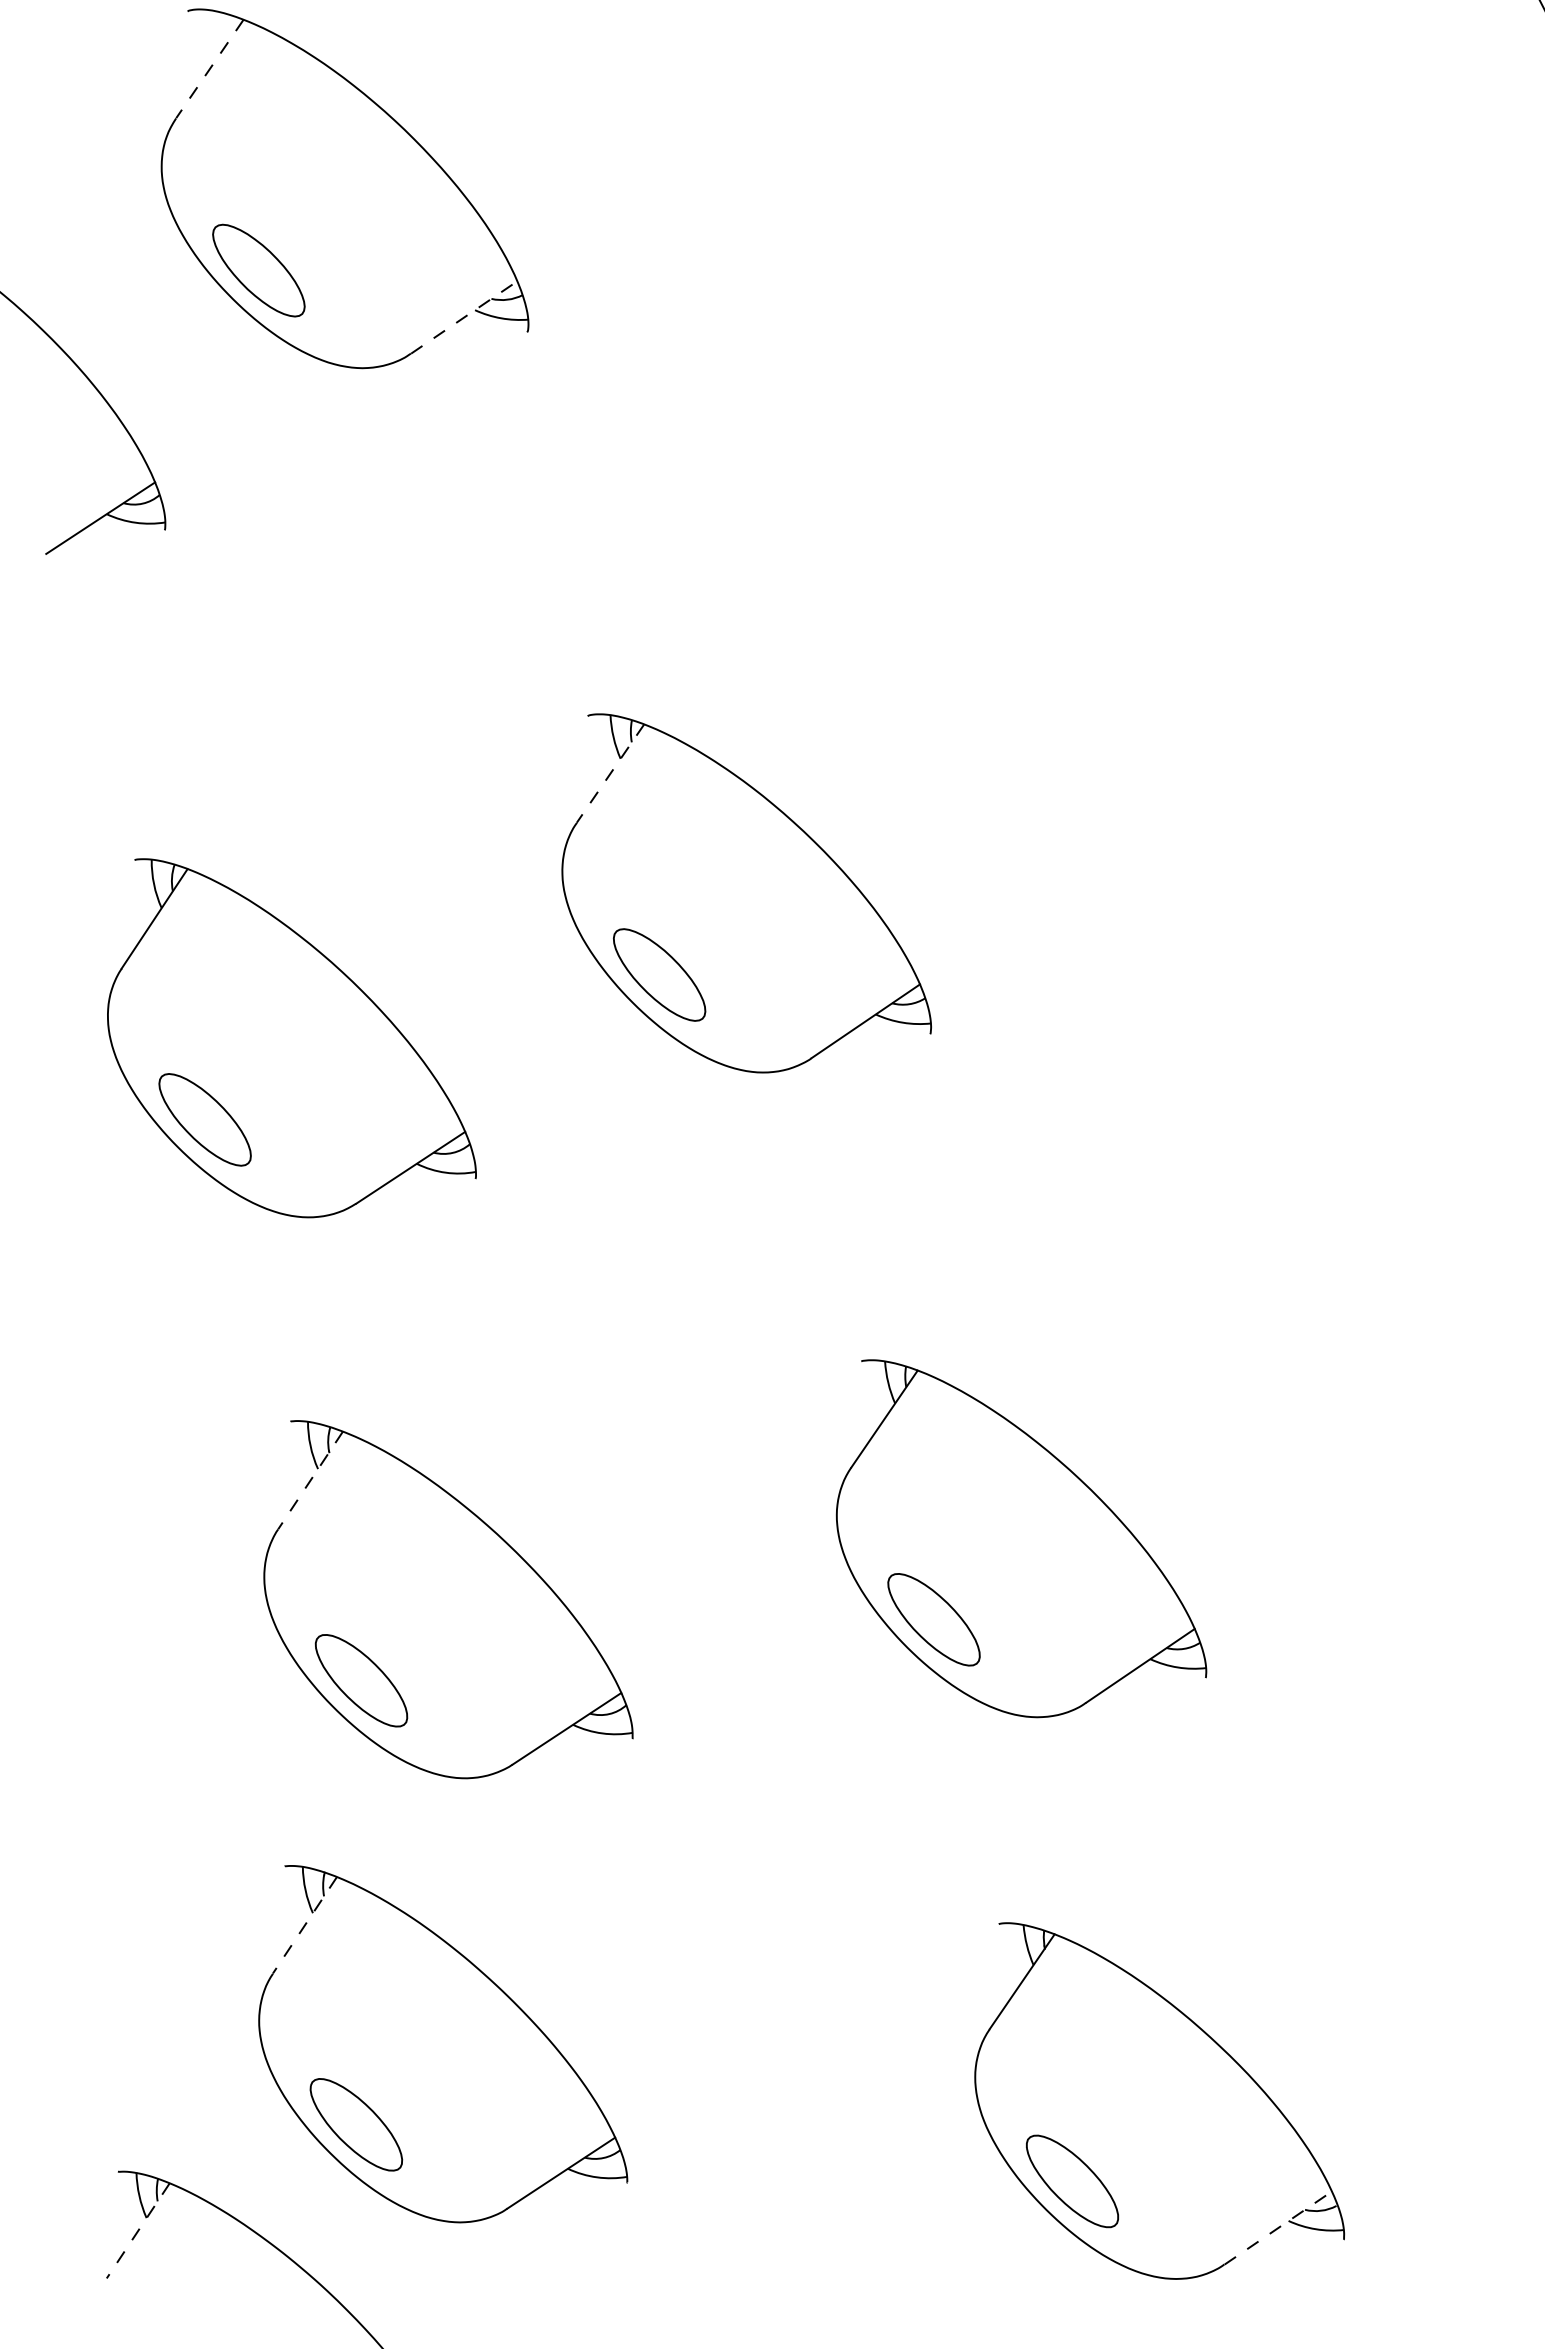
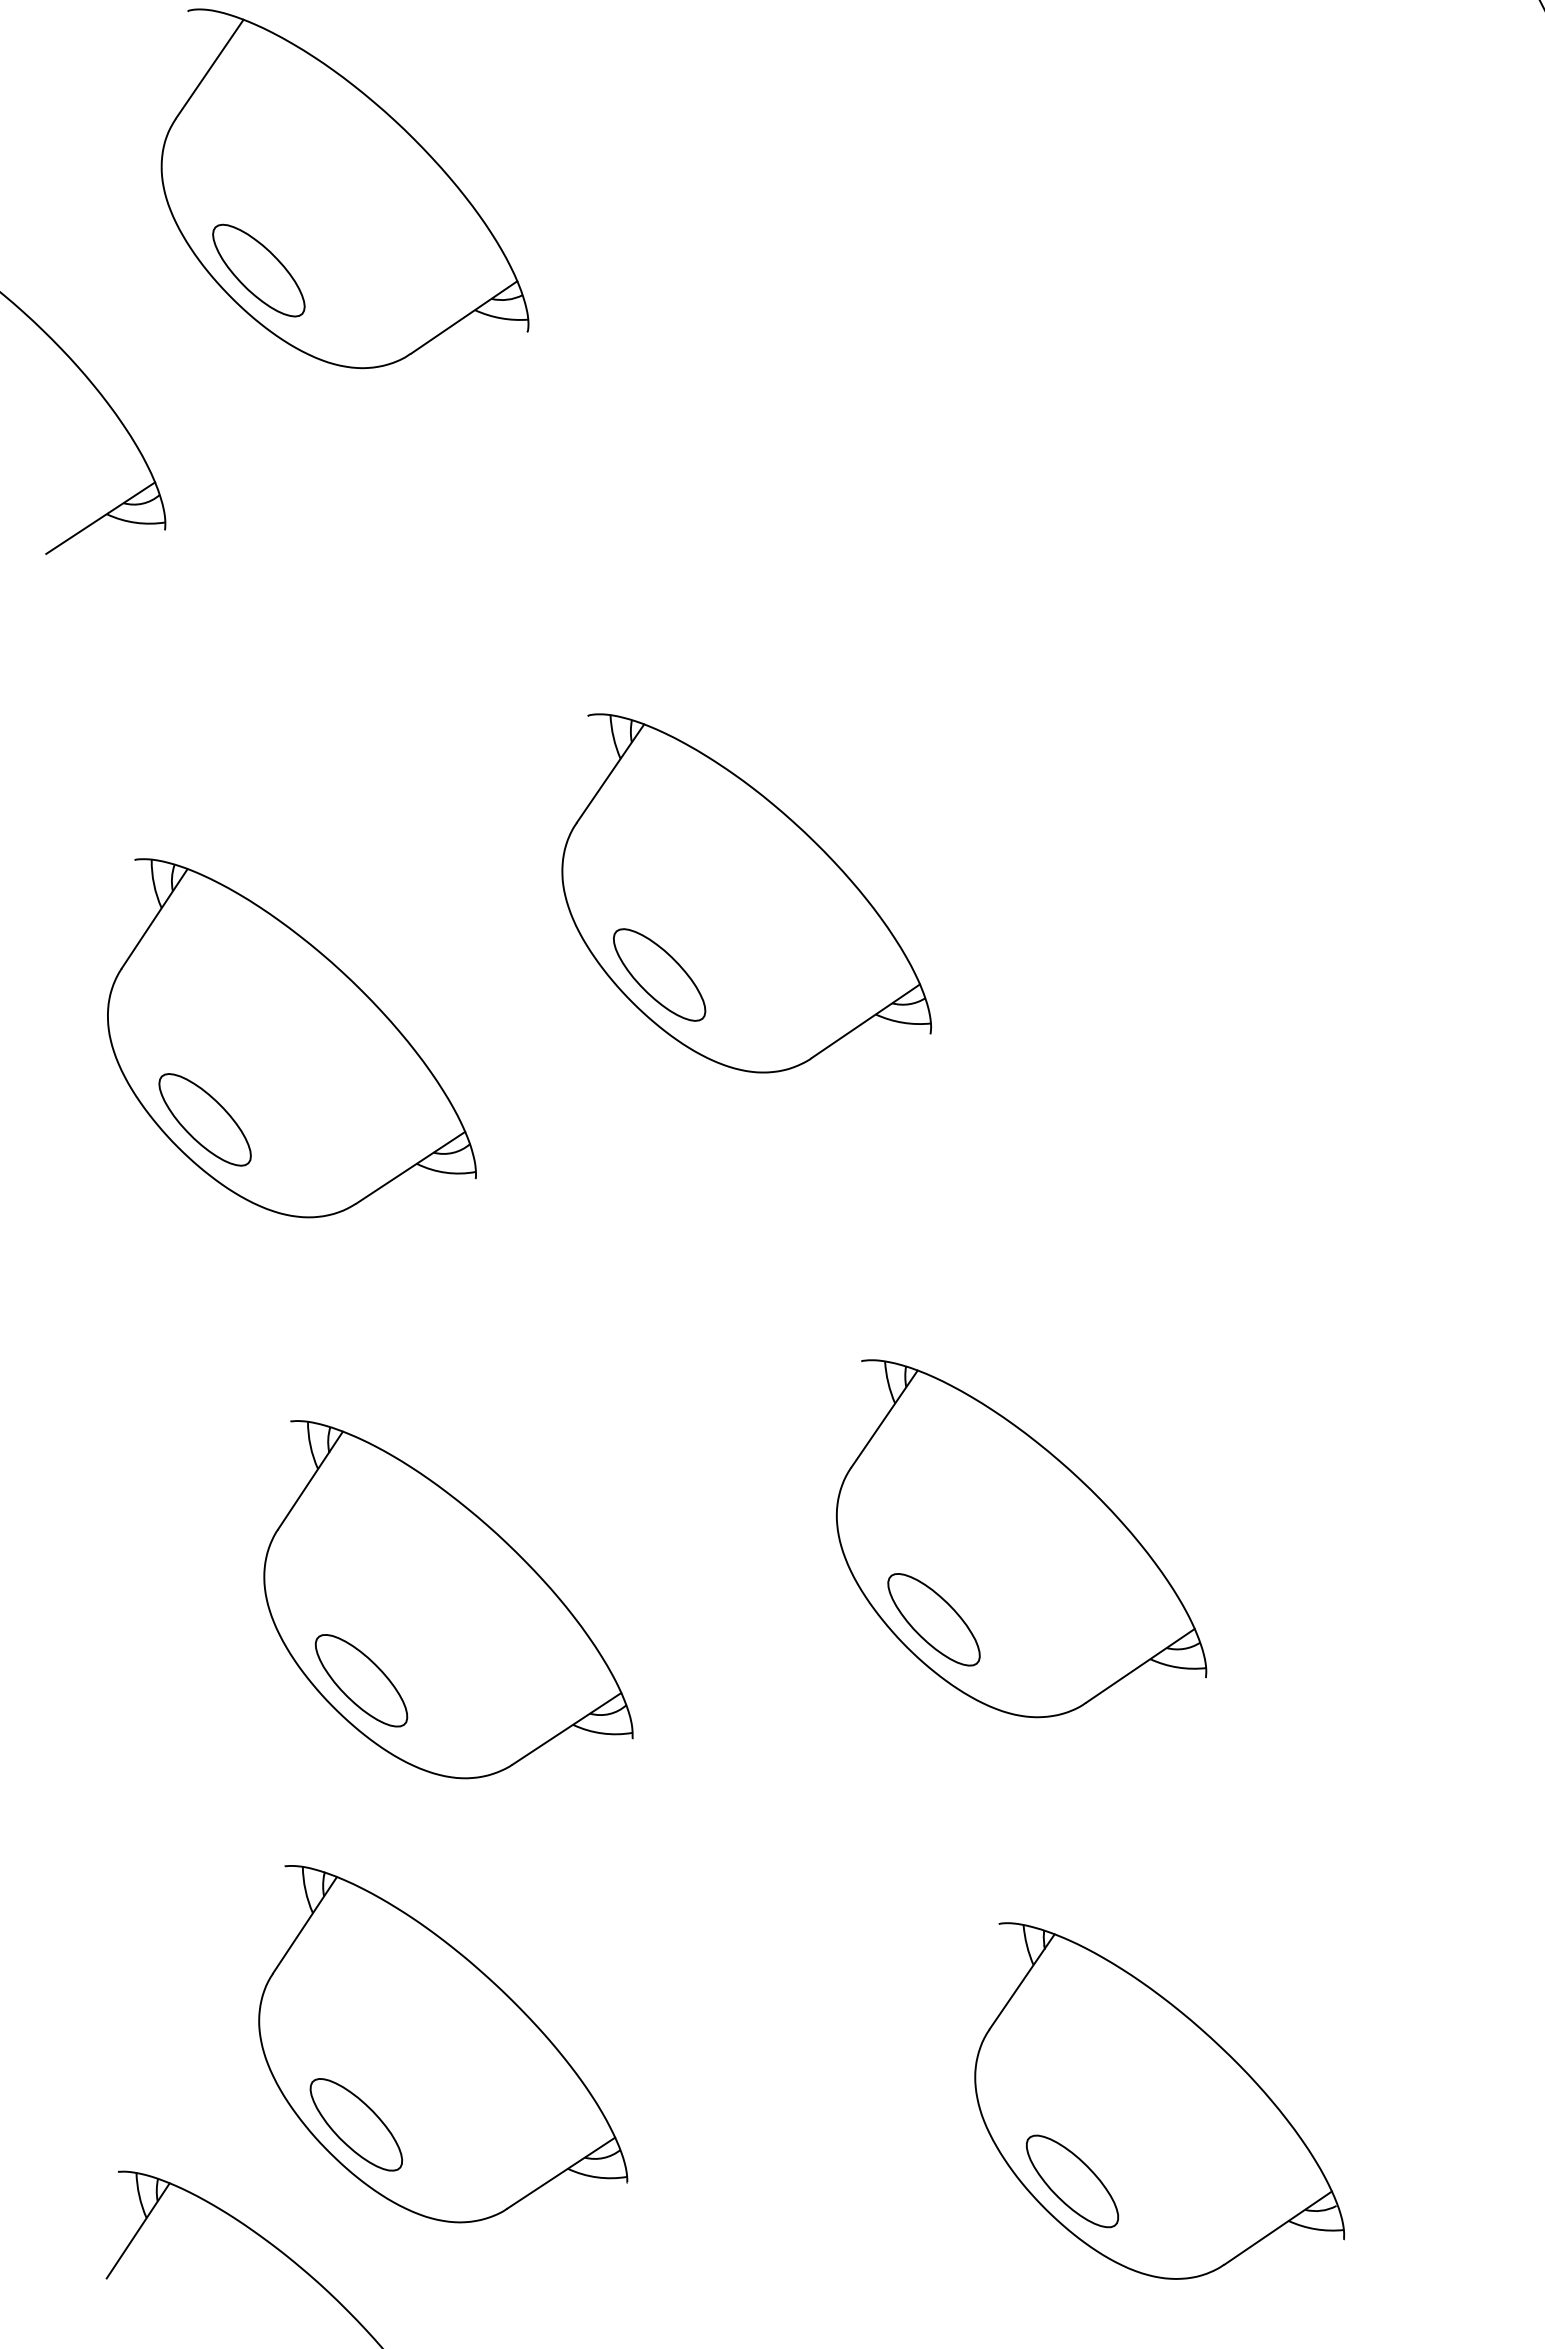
line at (209, 68): dashed -> solid
line at (464, 317): dashed -> solid
line at (610, 773): dashed -> solid
line at (310, 1480): dashed -> solid
line at (304, 1925): dashed -> solid
line at (1278, 2228): dashed -> solid
line at (137, 2231): dashed -> solid
